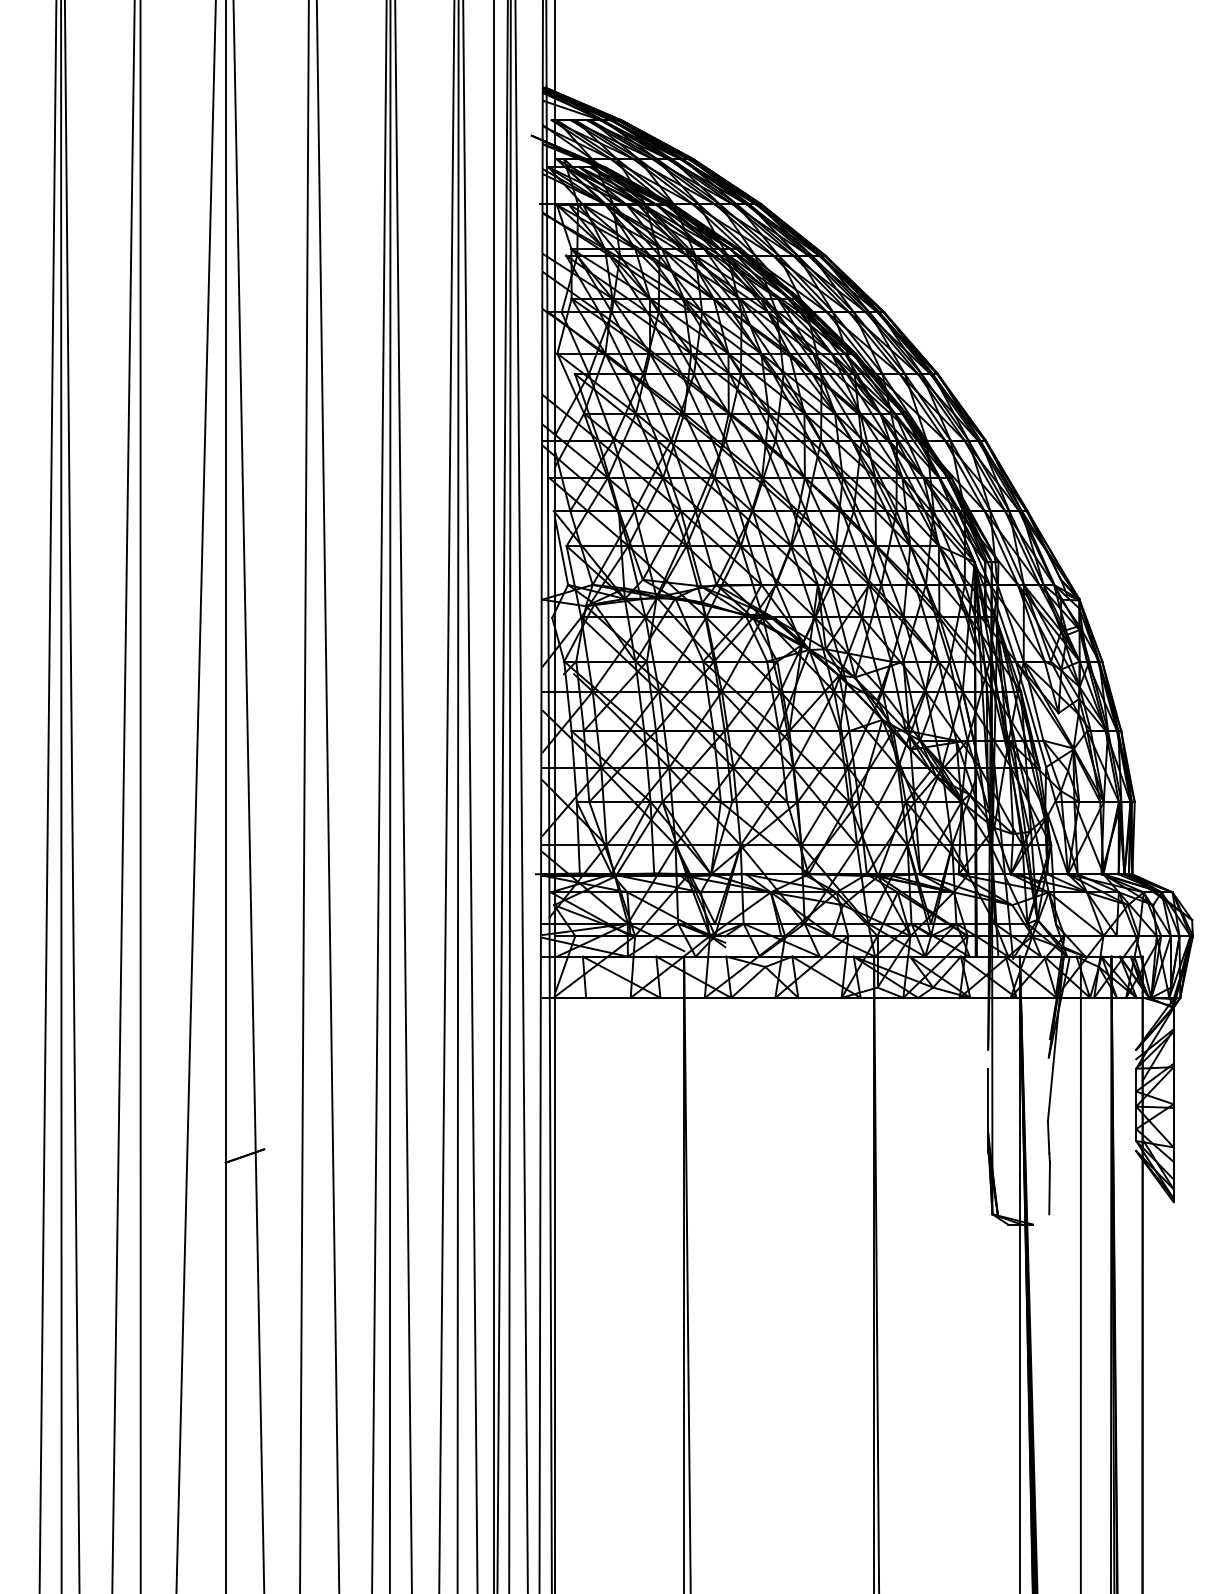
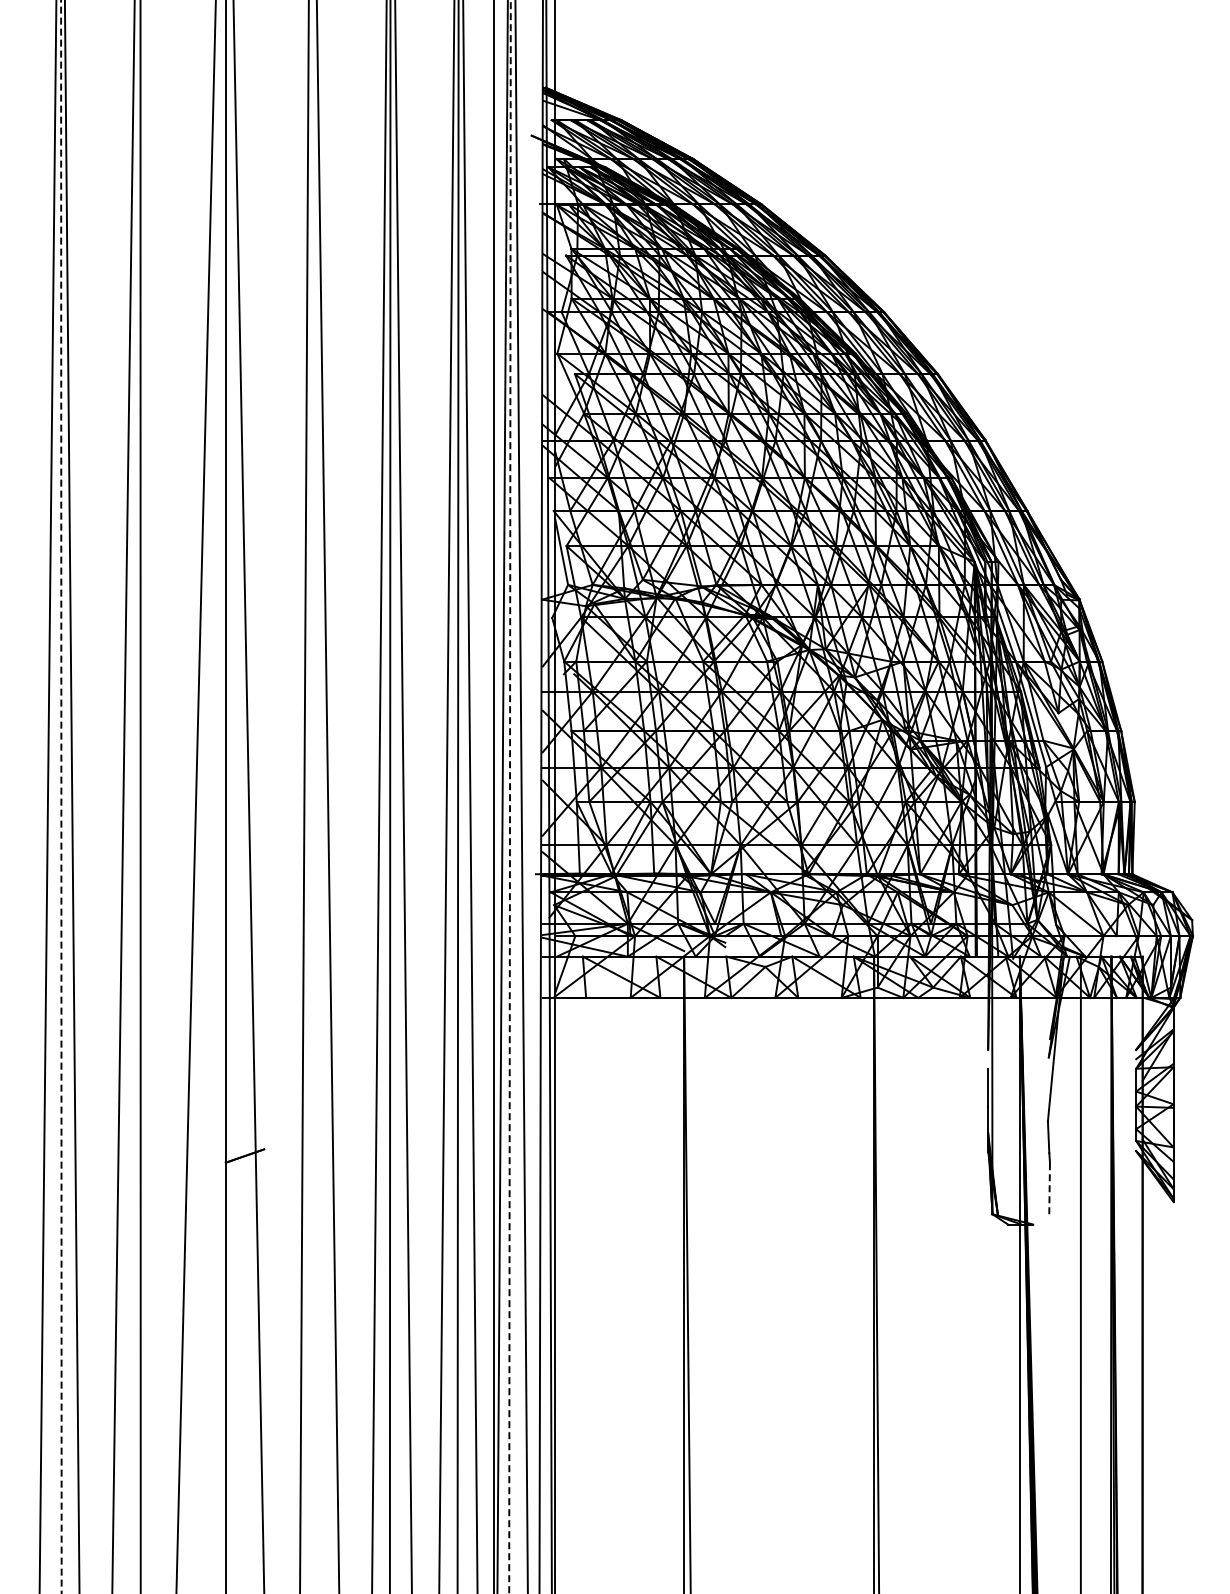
line at (510, 796): solid -> dashed
line at (61, 797): solid -> dashed
line at (1049, 1188): solid -> dashed
